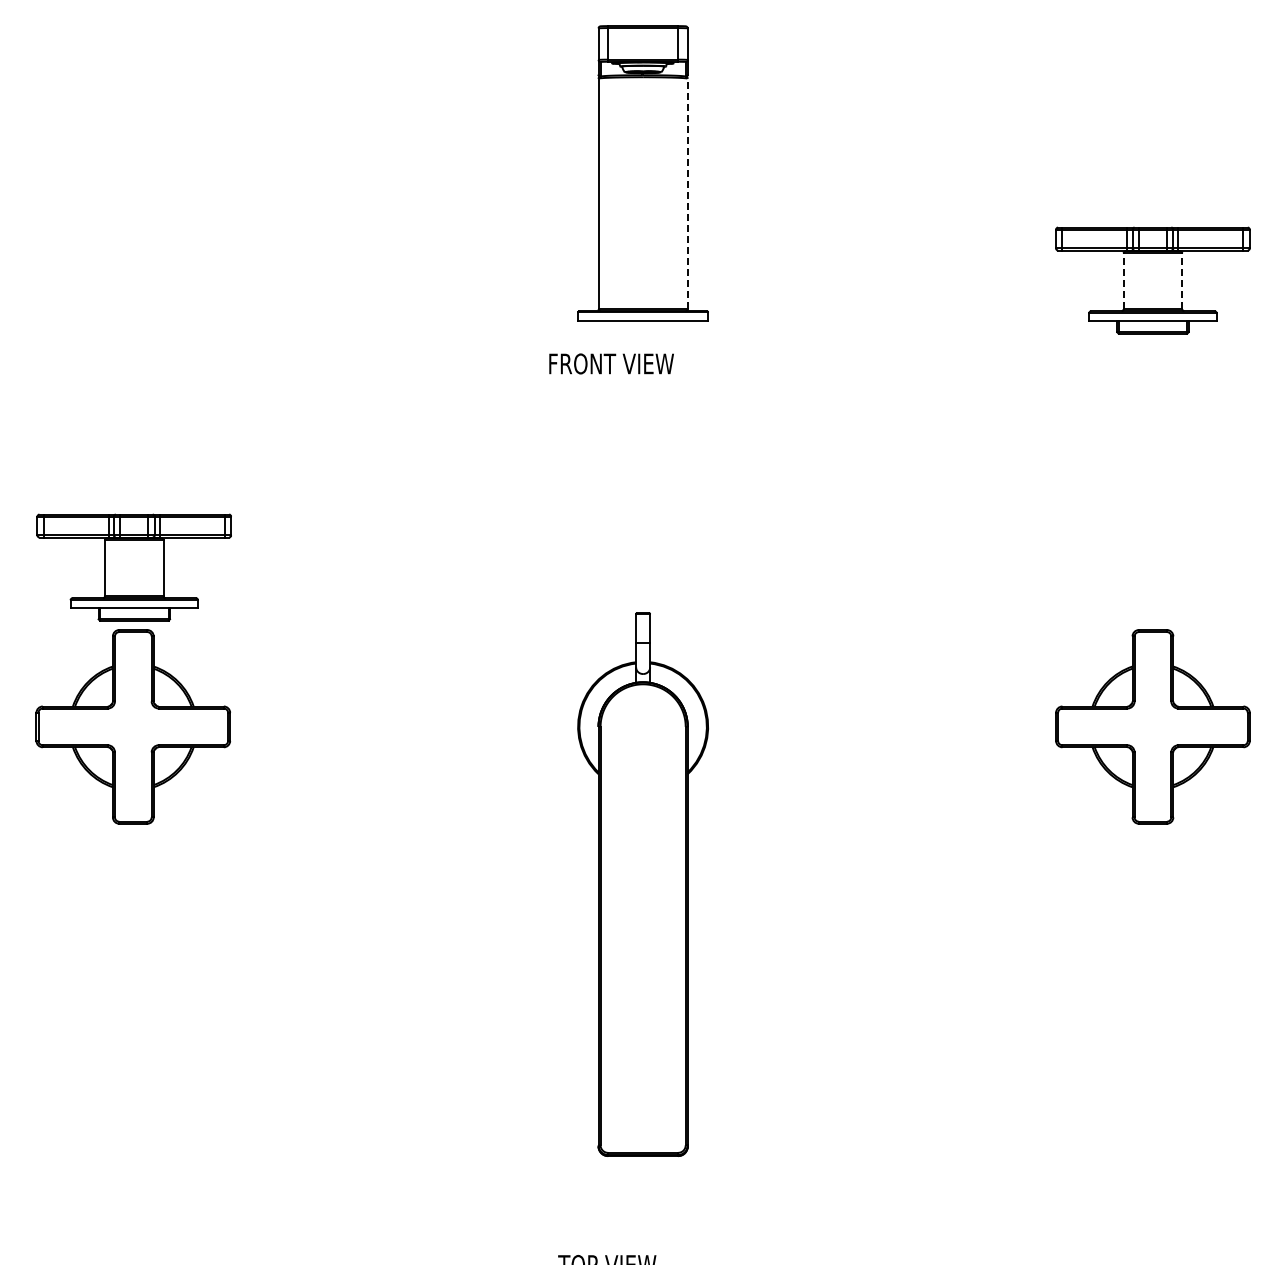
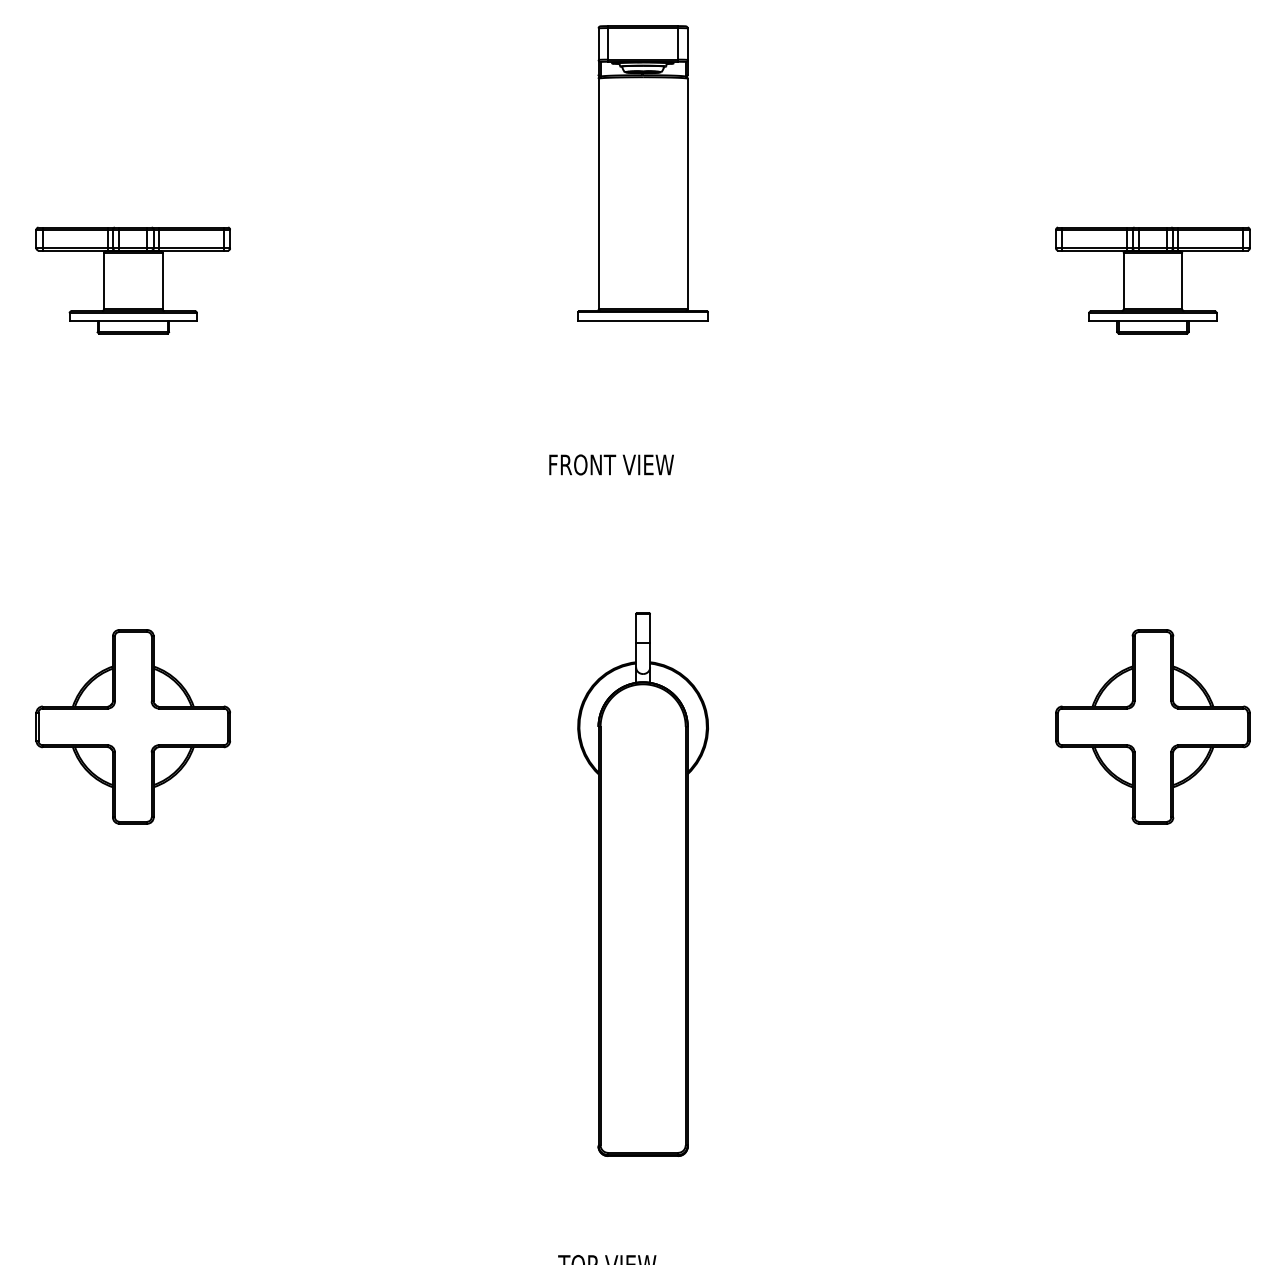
line at (687, 193): dashed -> solid
line at (1123, 281): dashed -> solid
line at (1182, 281): dashed -> solid
text at (611, 363) position: (611, 363) -> (611, 464)
part at (133, 567) position: (133, 567) -> (132, 280)
